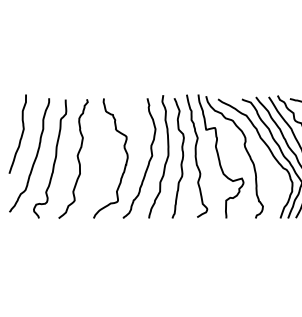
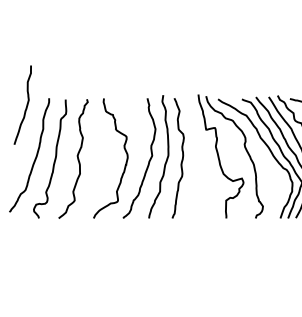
curve at (21, 133) position: (21, 133) -> (26, 104)
curve at (196, 155): present -> none
